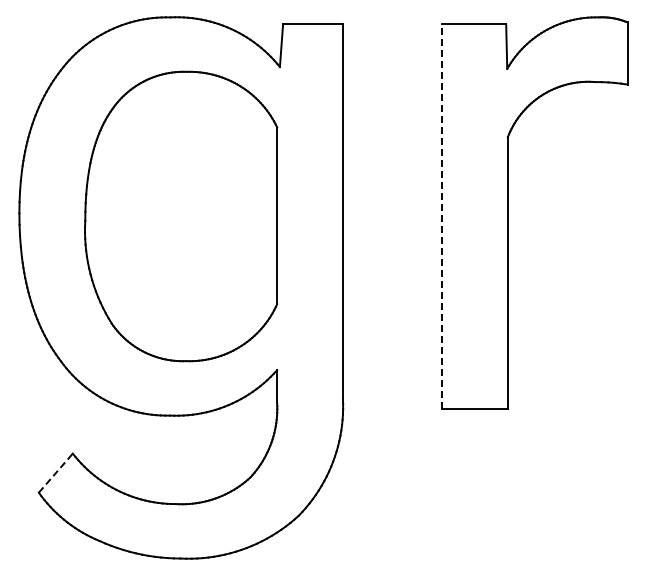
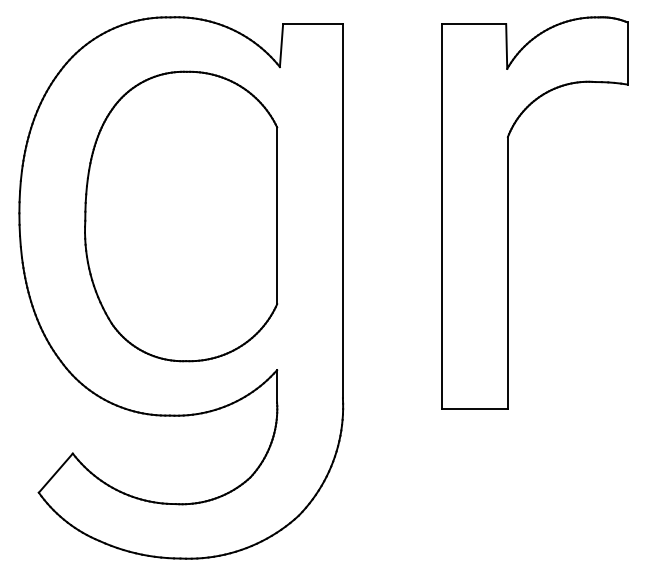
line at (442, 216): dashed -> solid
line at (55, 473): dashed -> solid
